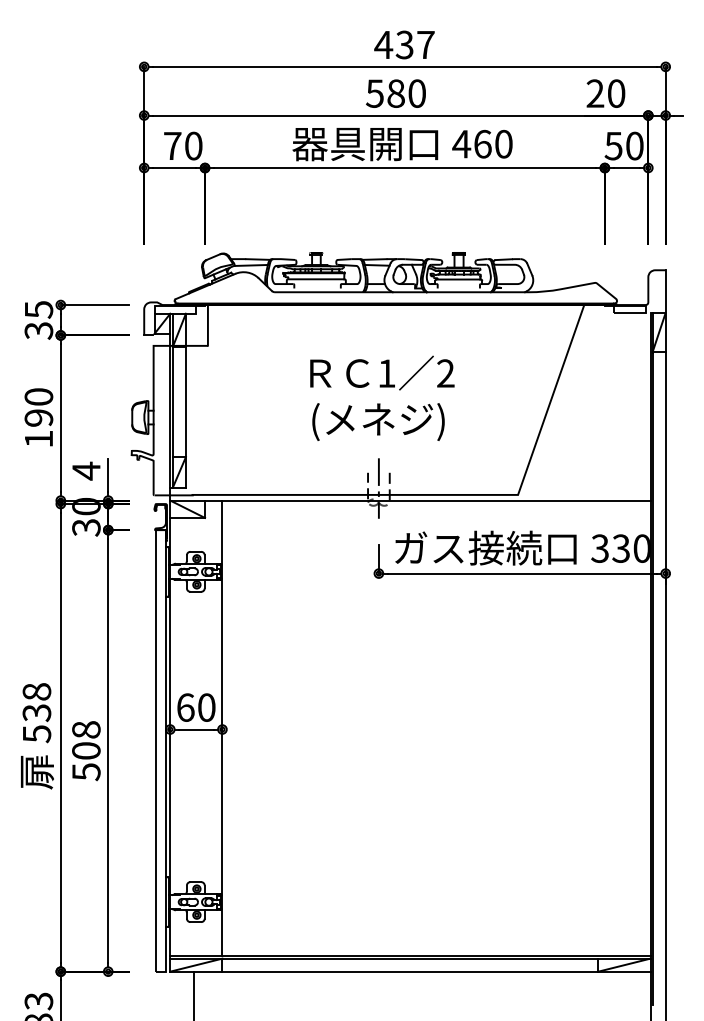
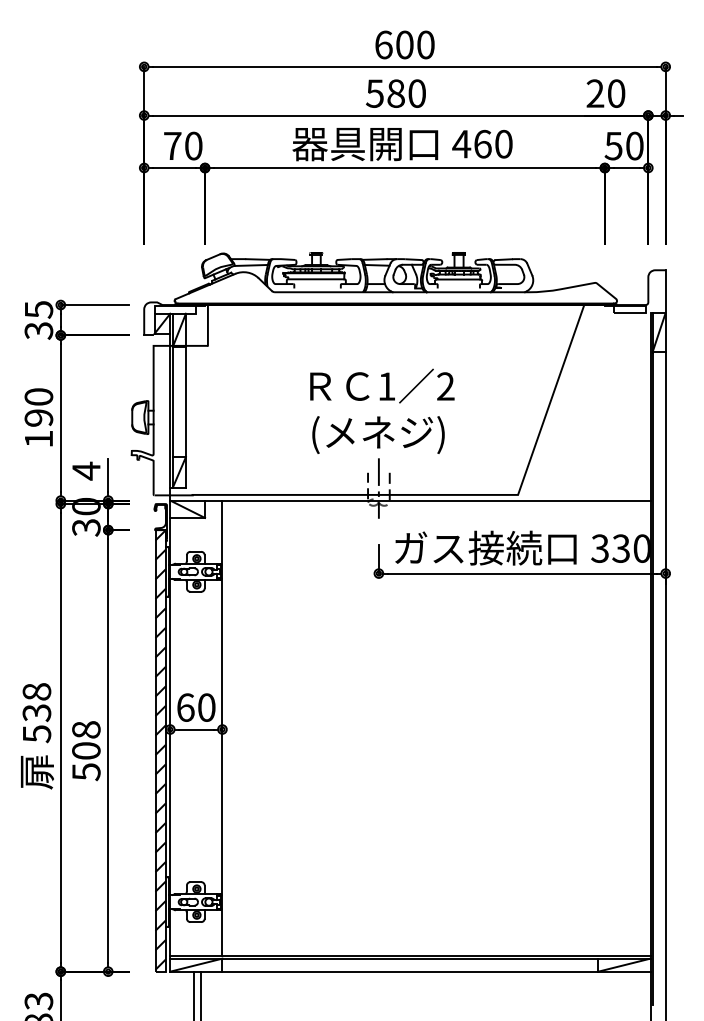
text at (404, 44): 437 -> 600
text at (382, 397) position: (382, 397) -> (382, 410)
hatch at (160, 749): none -> present
line at (200, 994): none -> present
